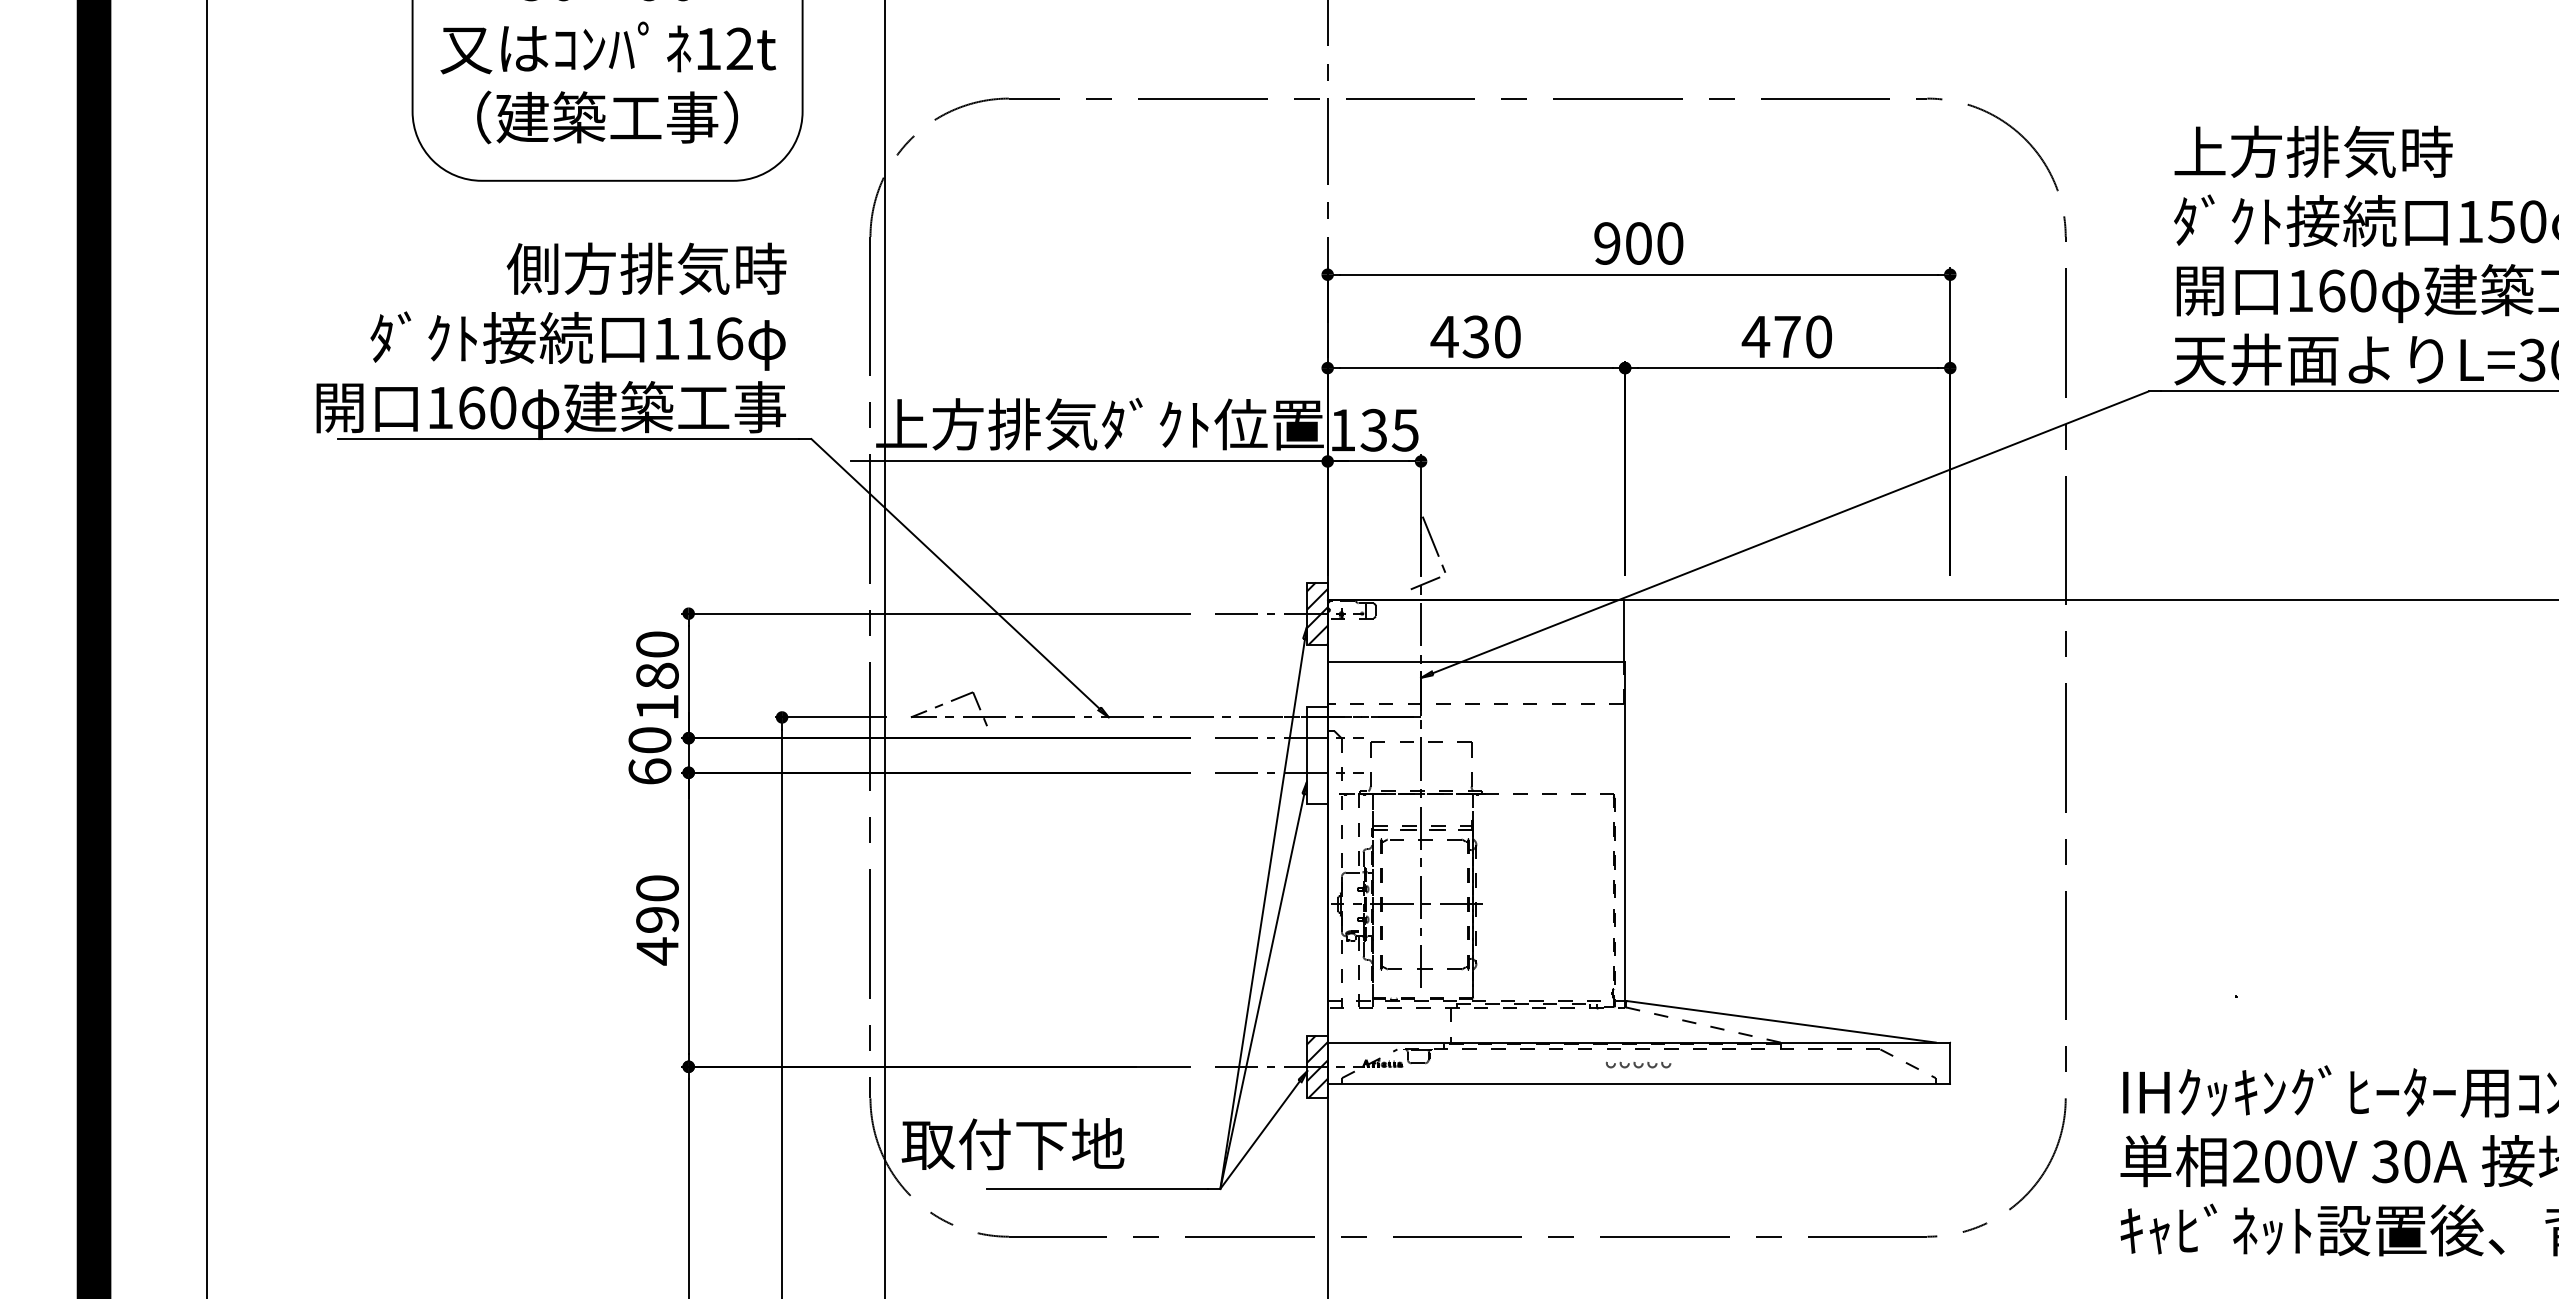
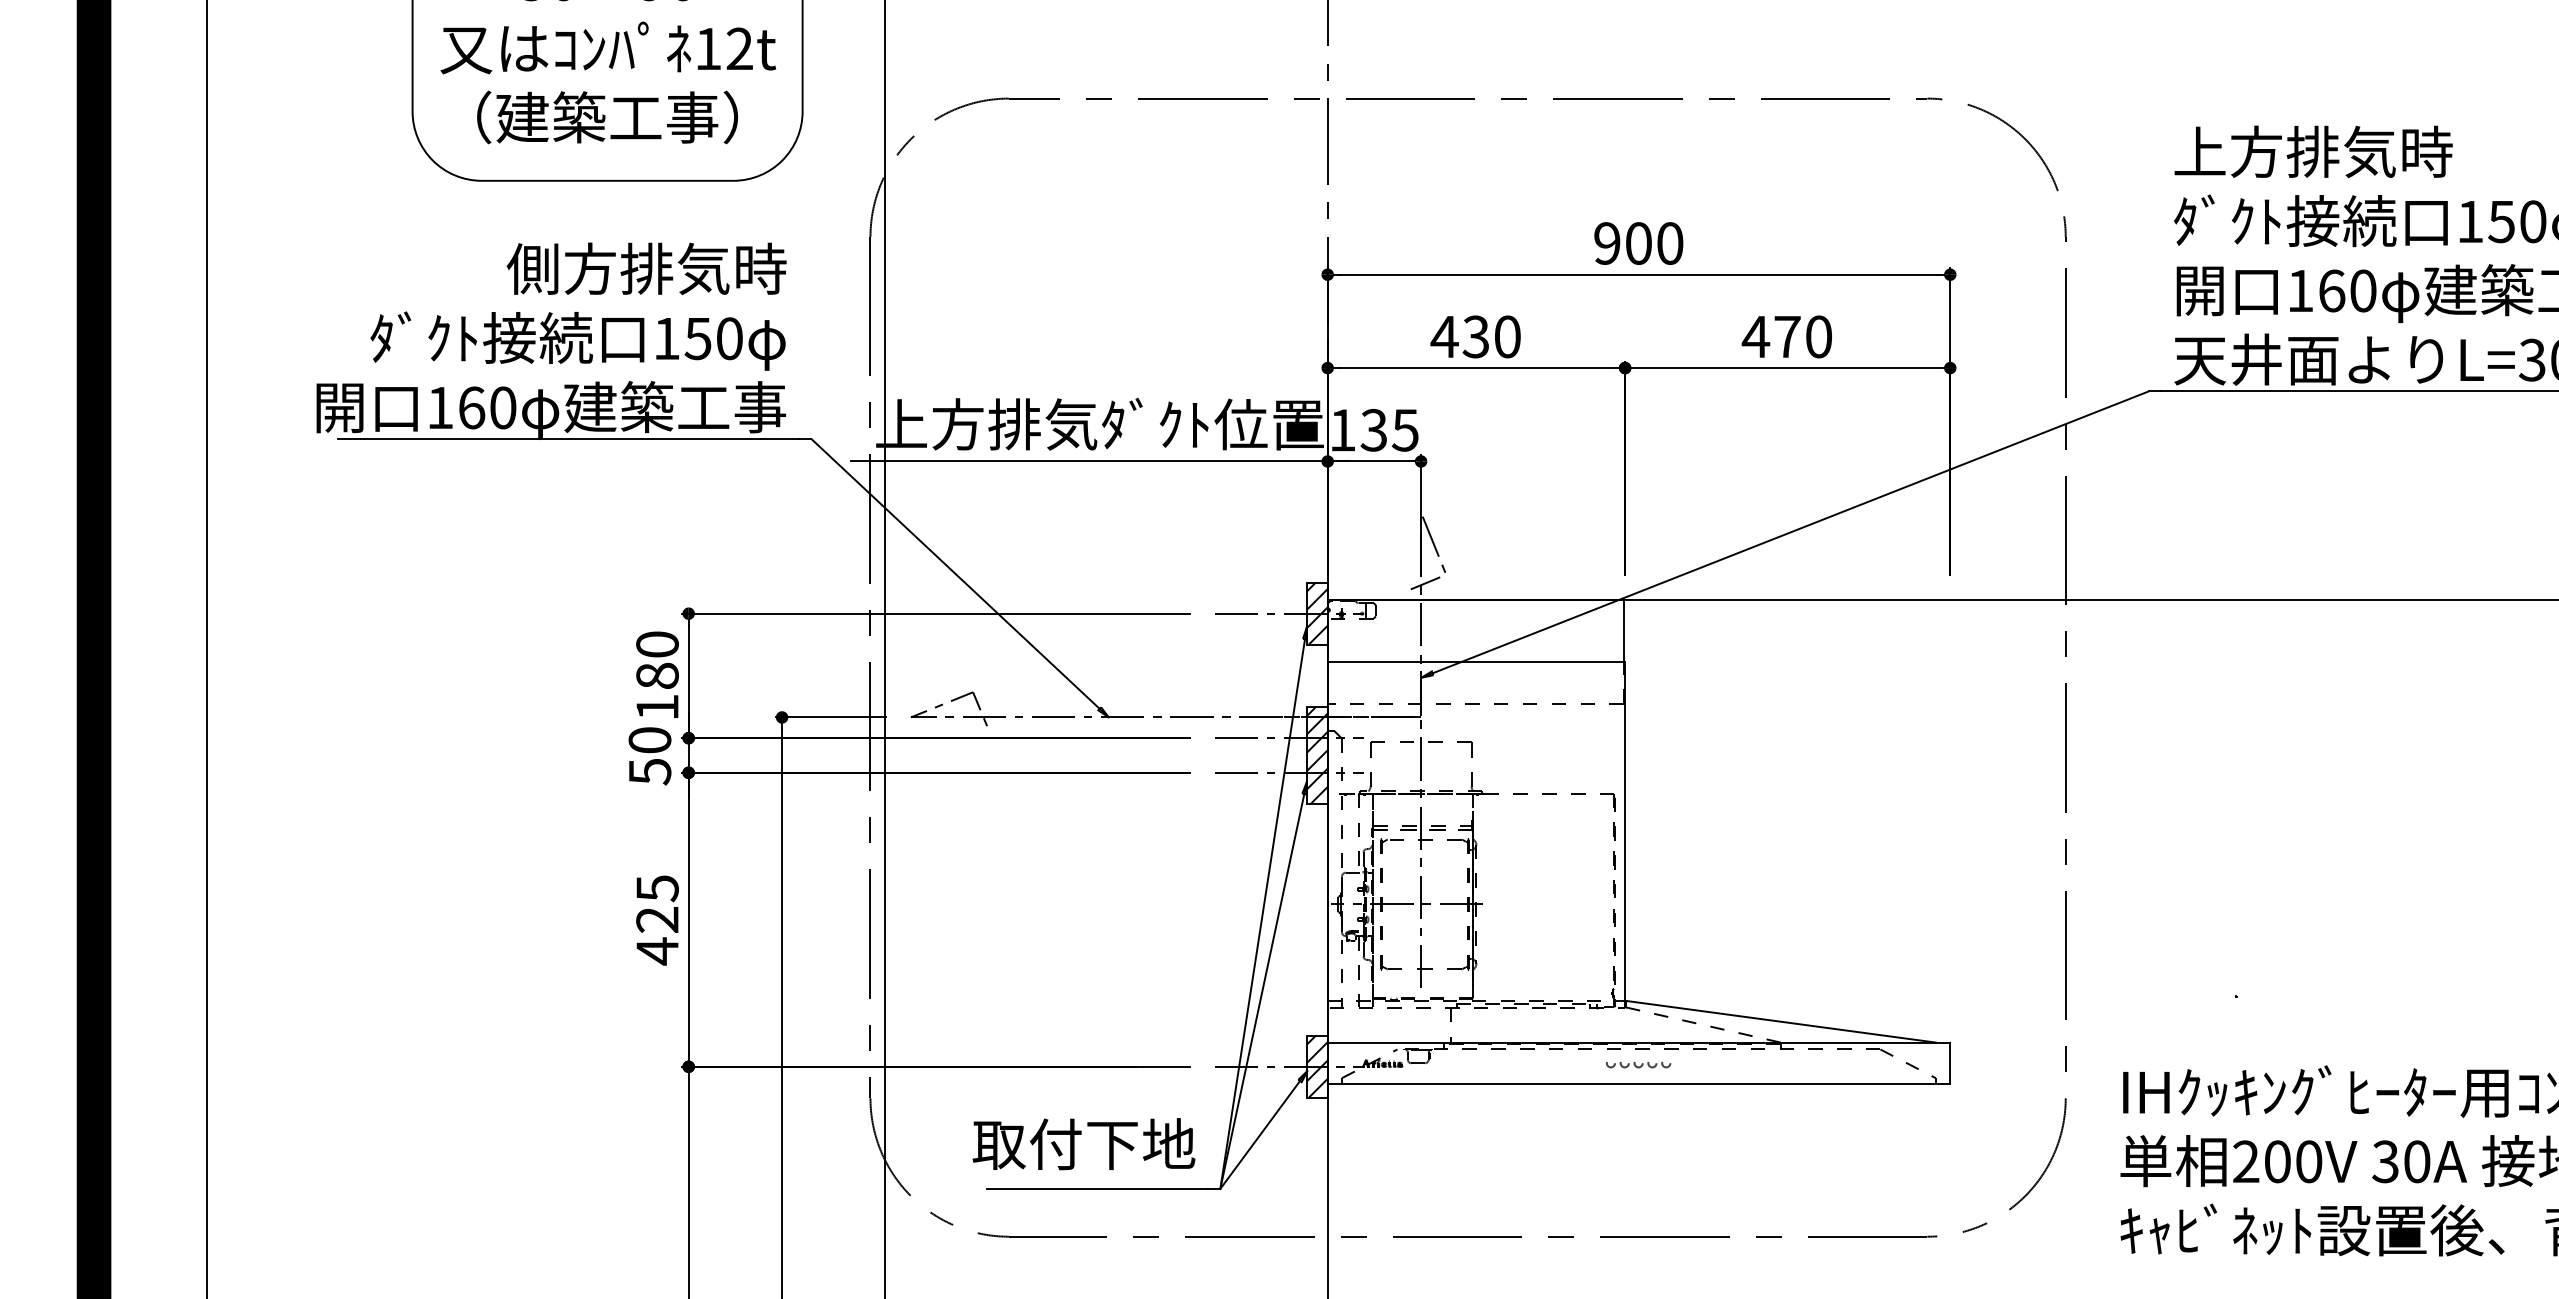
text at (713, 338): 116 -> 150
hatch at (1316, 755): none -> present
text at (649, 771): 60 -> 50
text at (657, 903): 490 -> 425
text at (1012, 1144) position: (1012, 1144) -> (1083, 1144)
